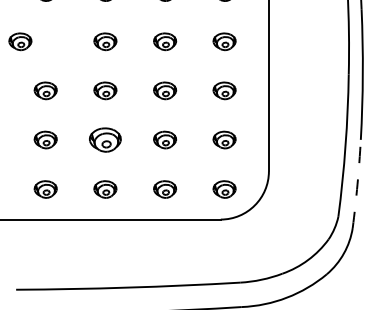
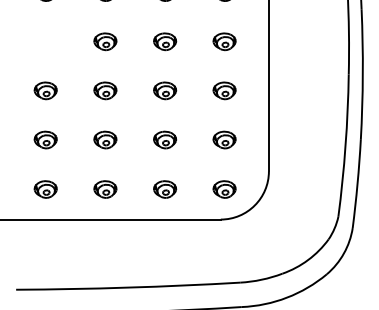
part at (20, 41): present -> none
part at (105, 139) size: 33x26 px -> 25x20 px
arc at (357, 184): dashed -> solid
